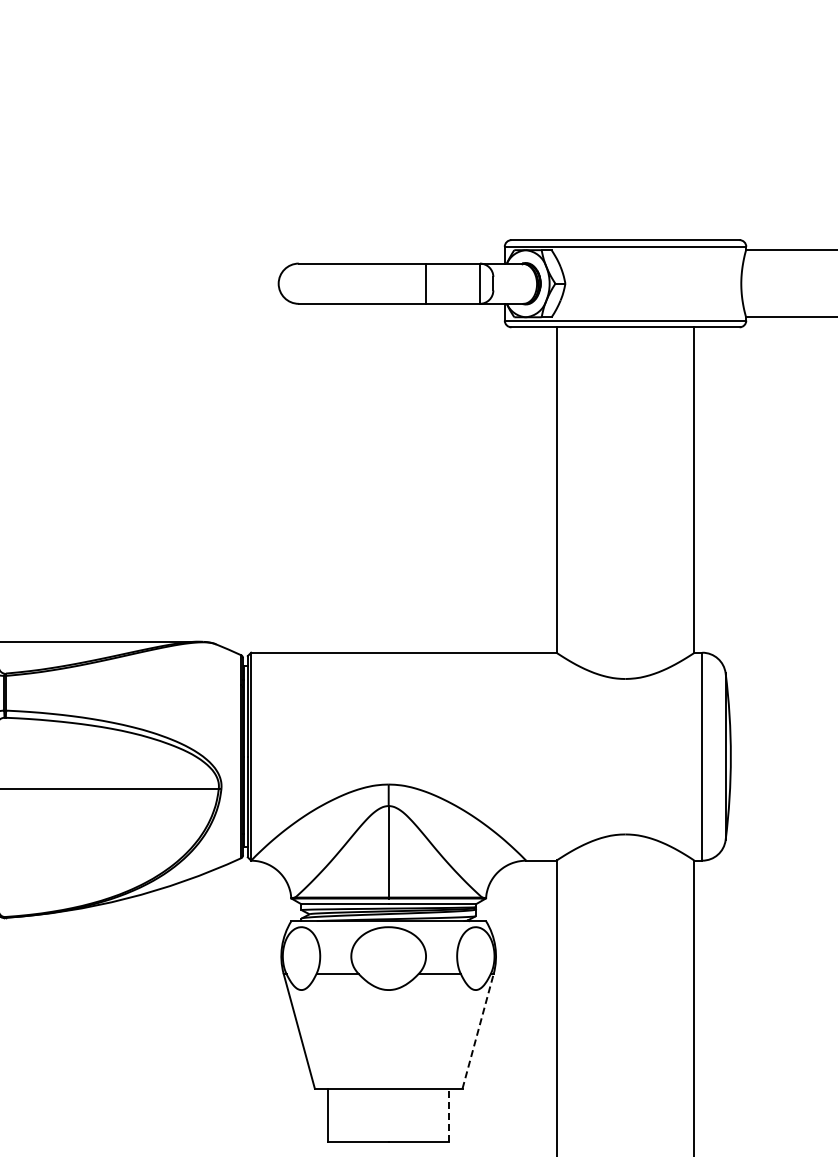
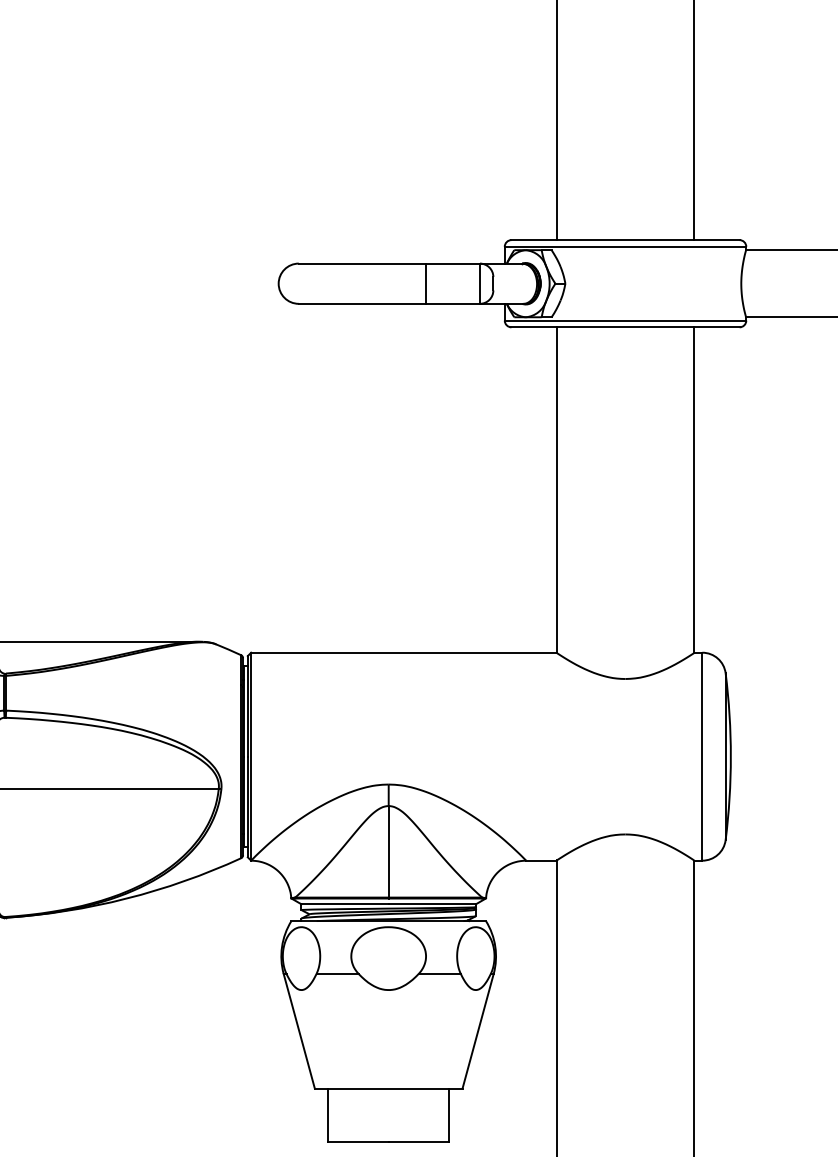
line at (556, 121): none -> present
line at (694, 121): none -> present
line at (478, 1030): dashed -> solid
line at (449, 1115): dashed -> solid
